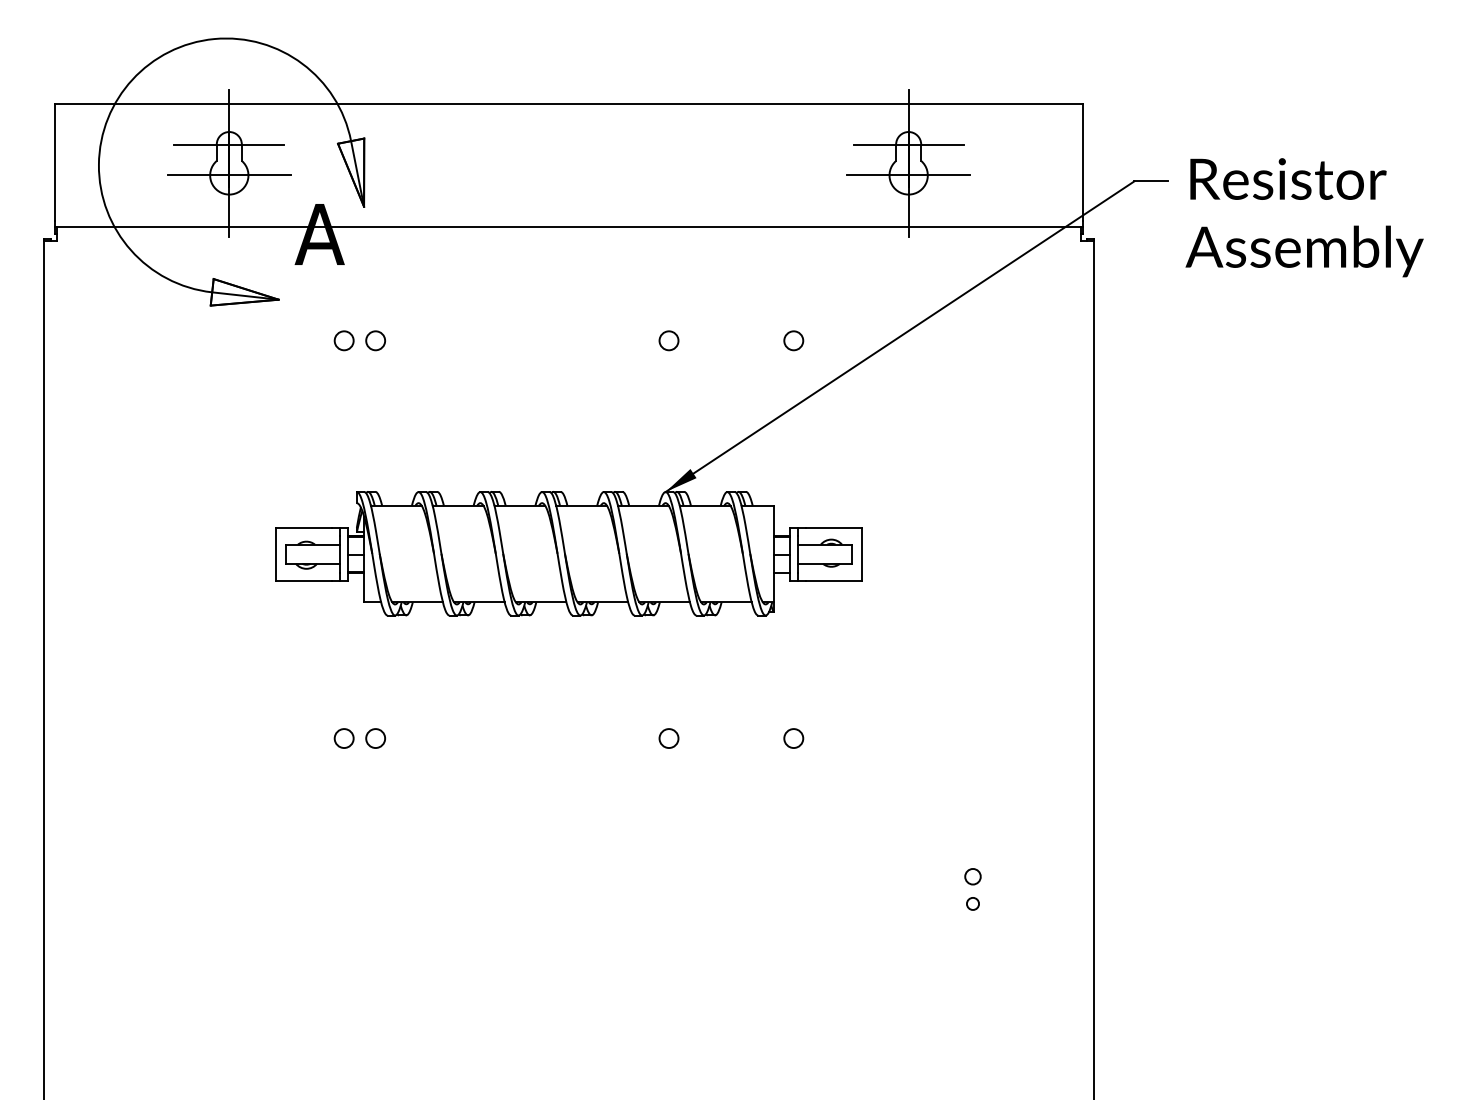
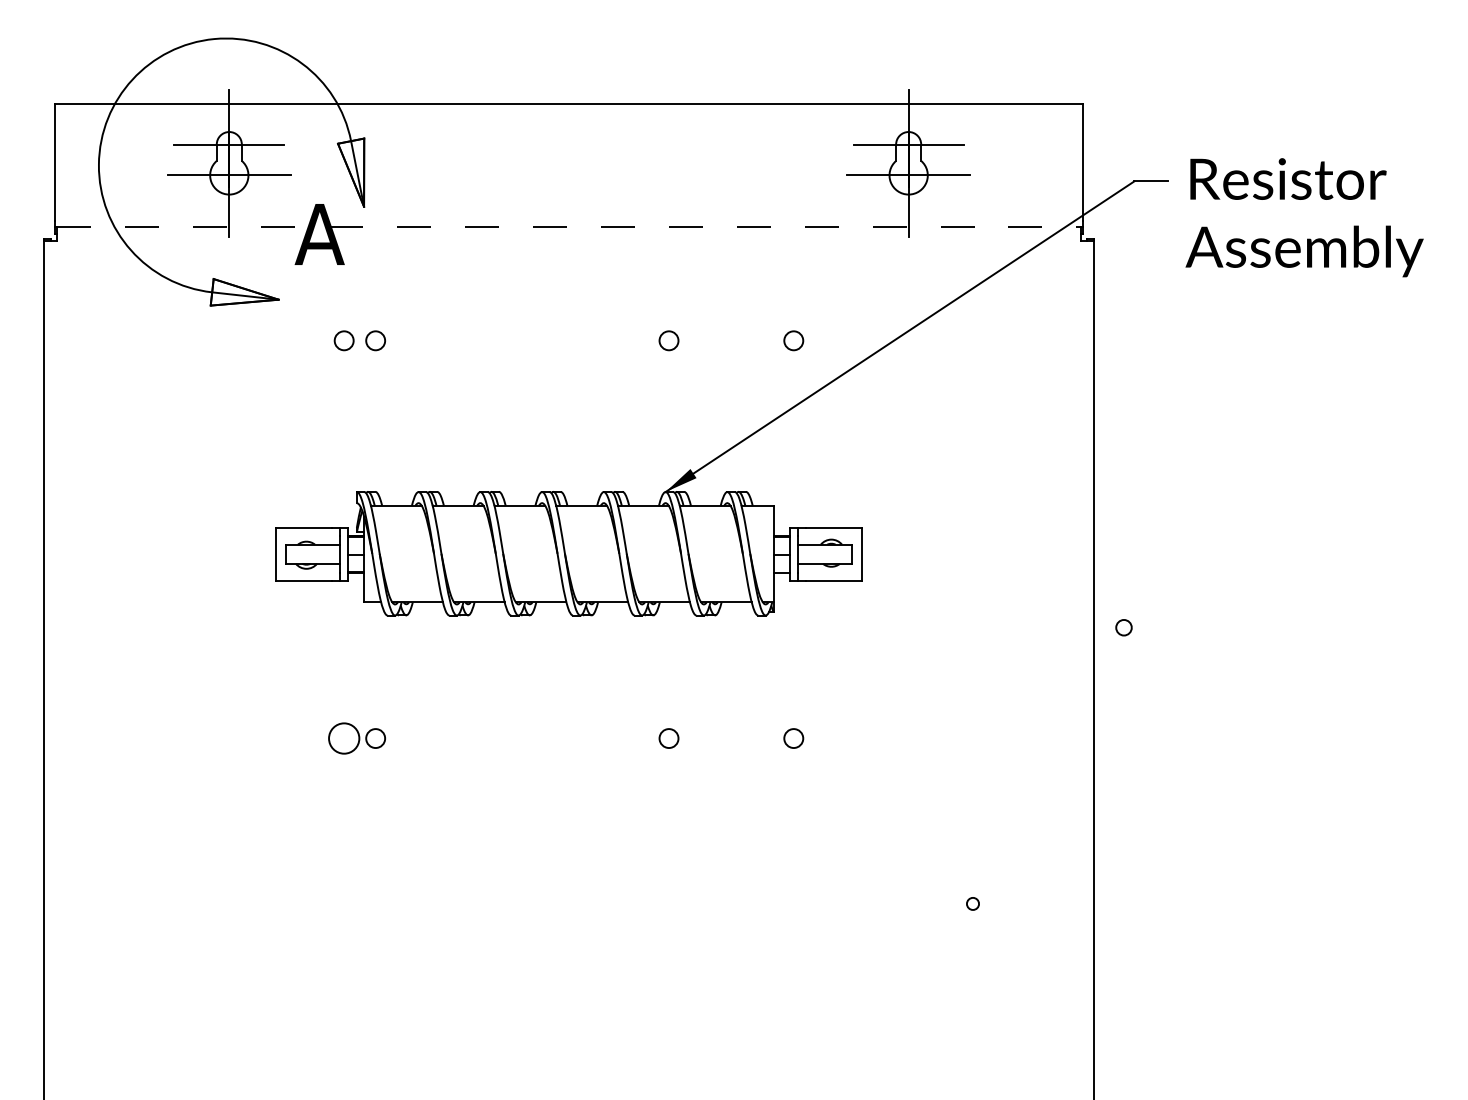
line at (568, 227): solid -> dashed
circle at (343, 738) diameter: 19 px -> 30 px
circle at (972, 876) position: (972, 876) -> (1123, 627)
